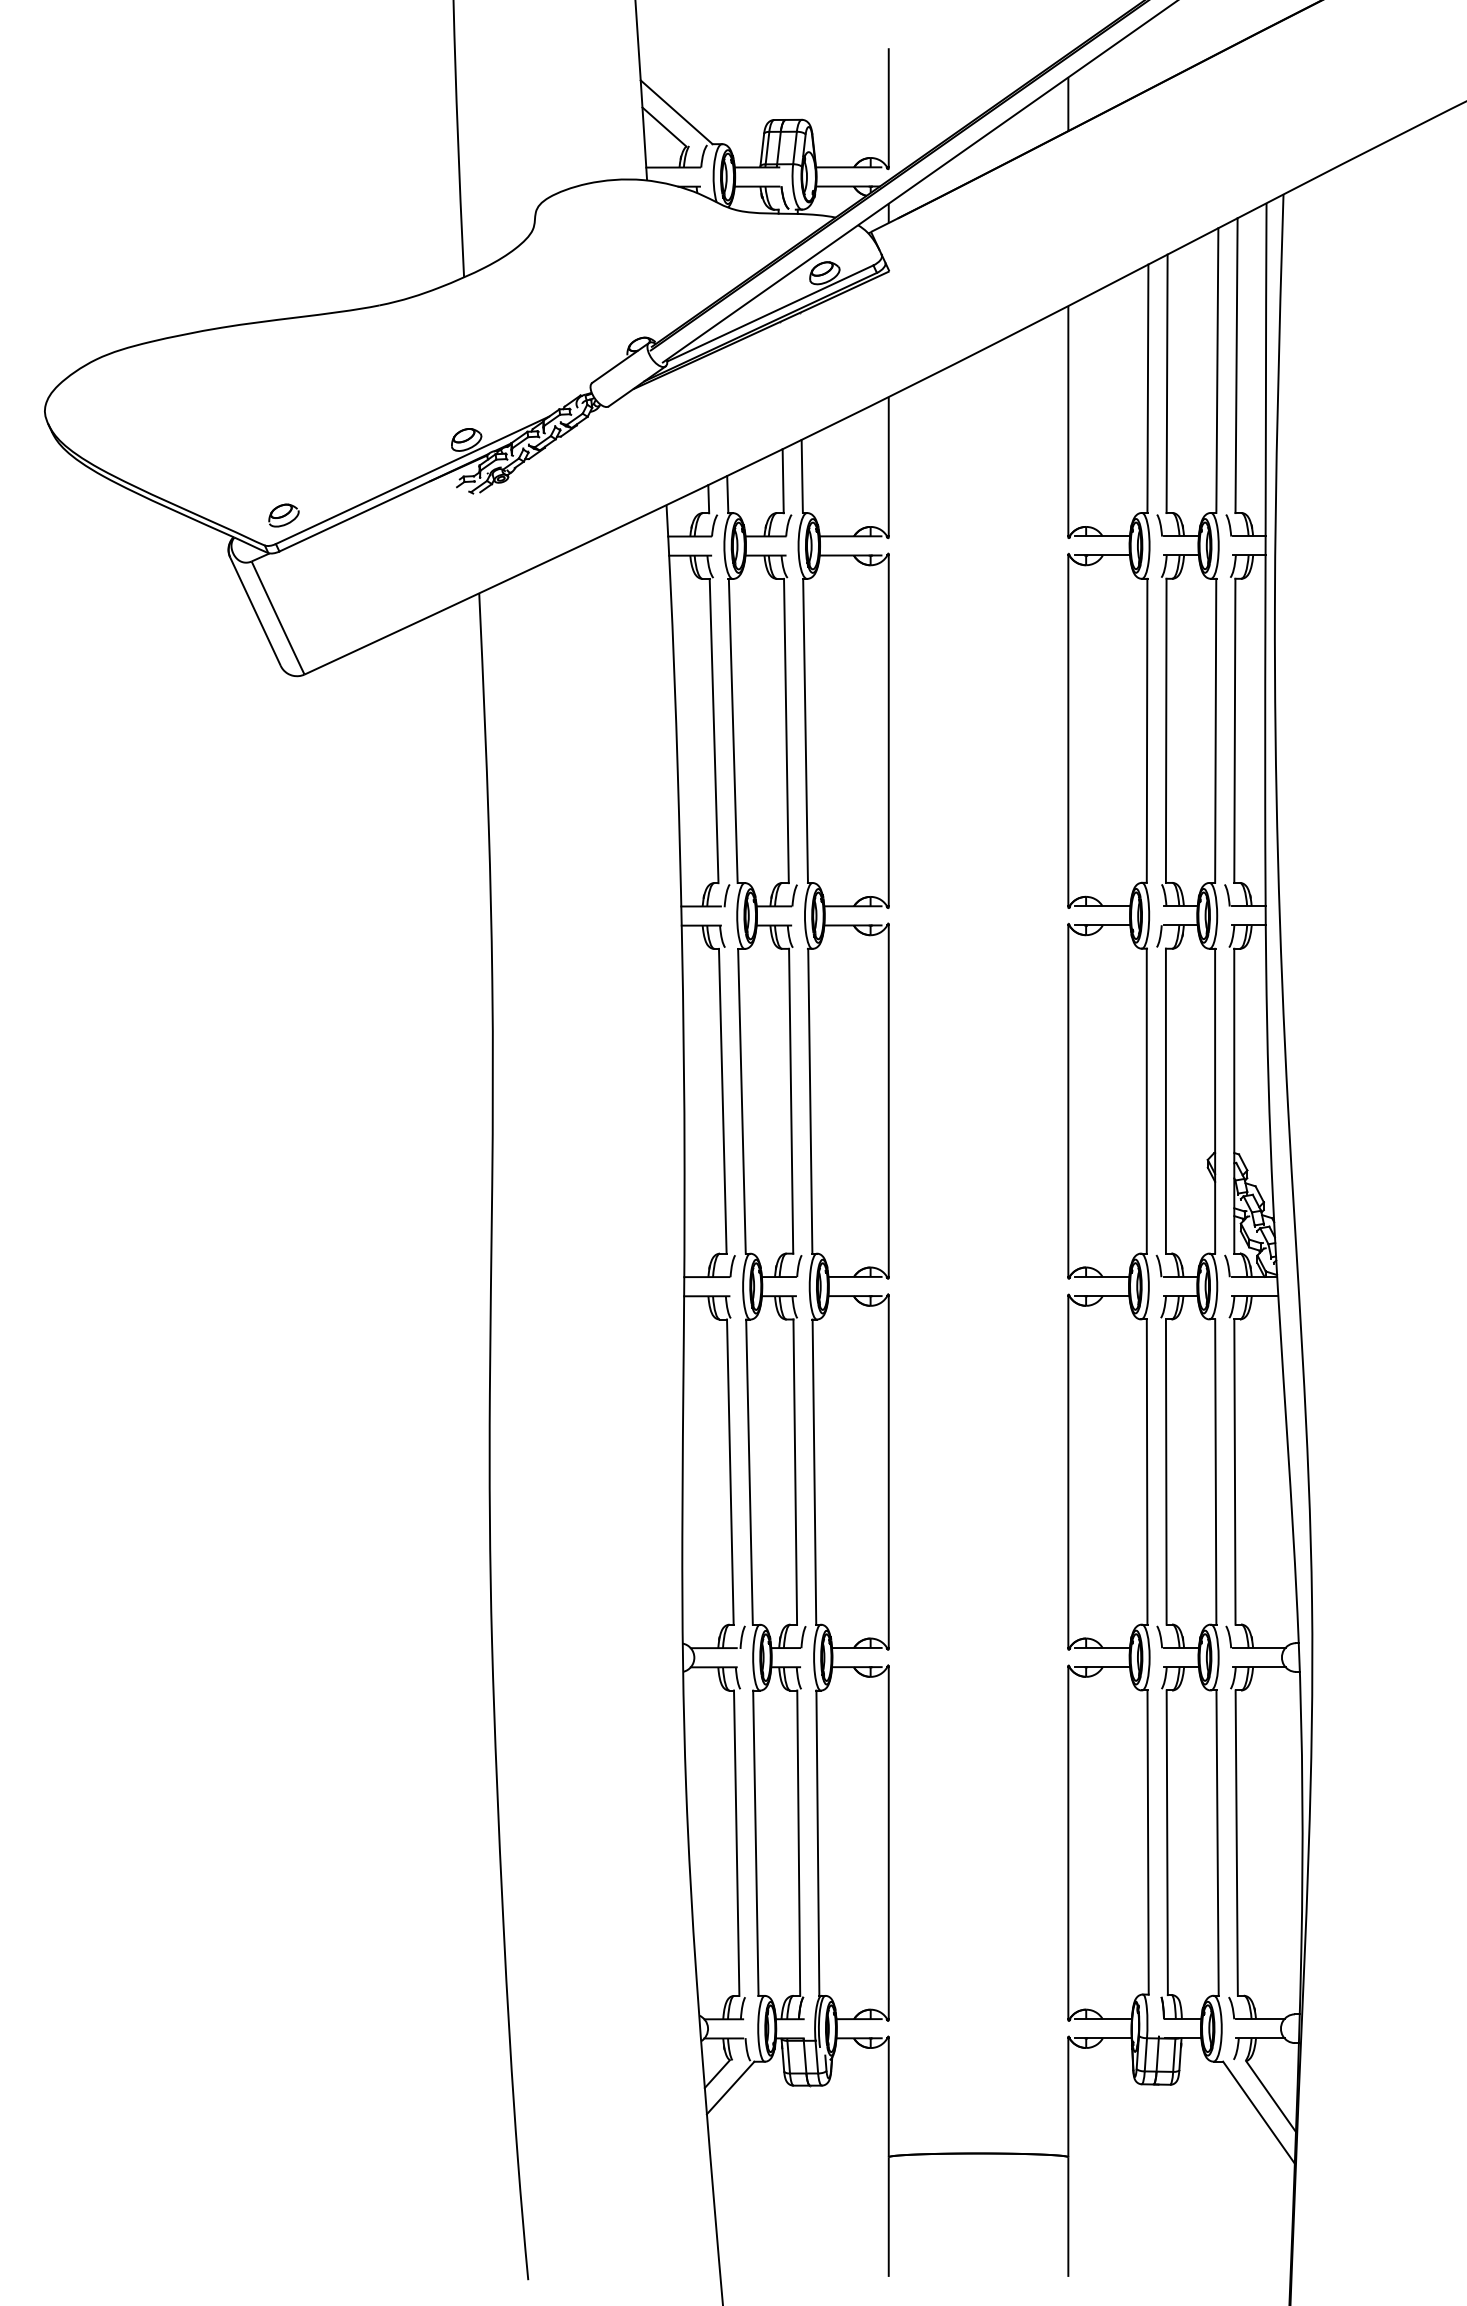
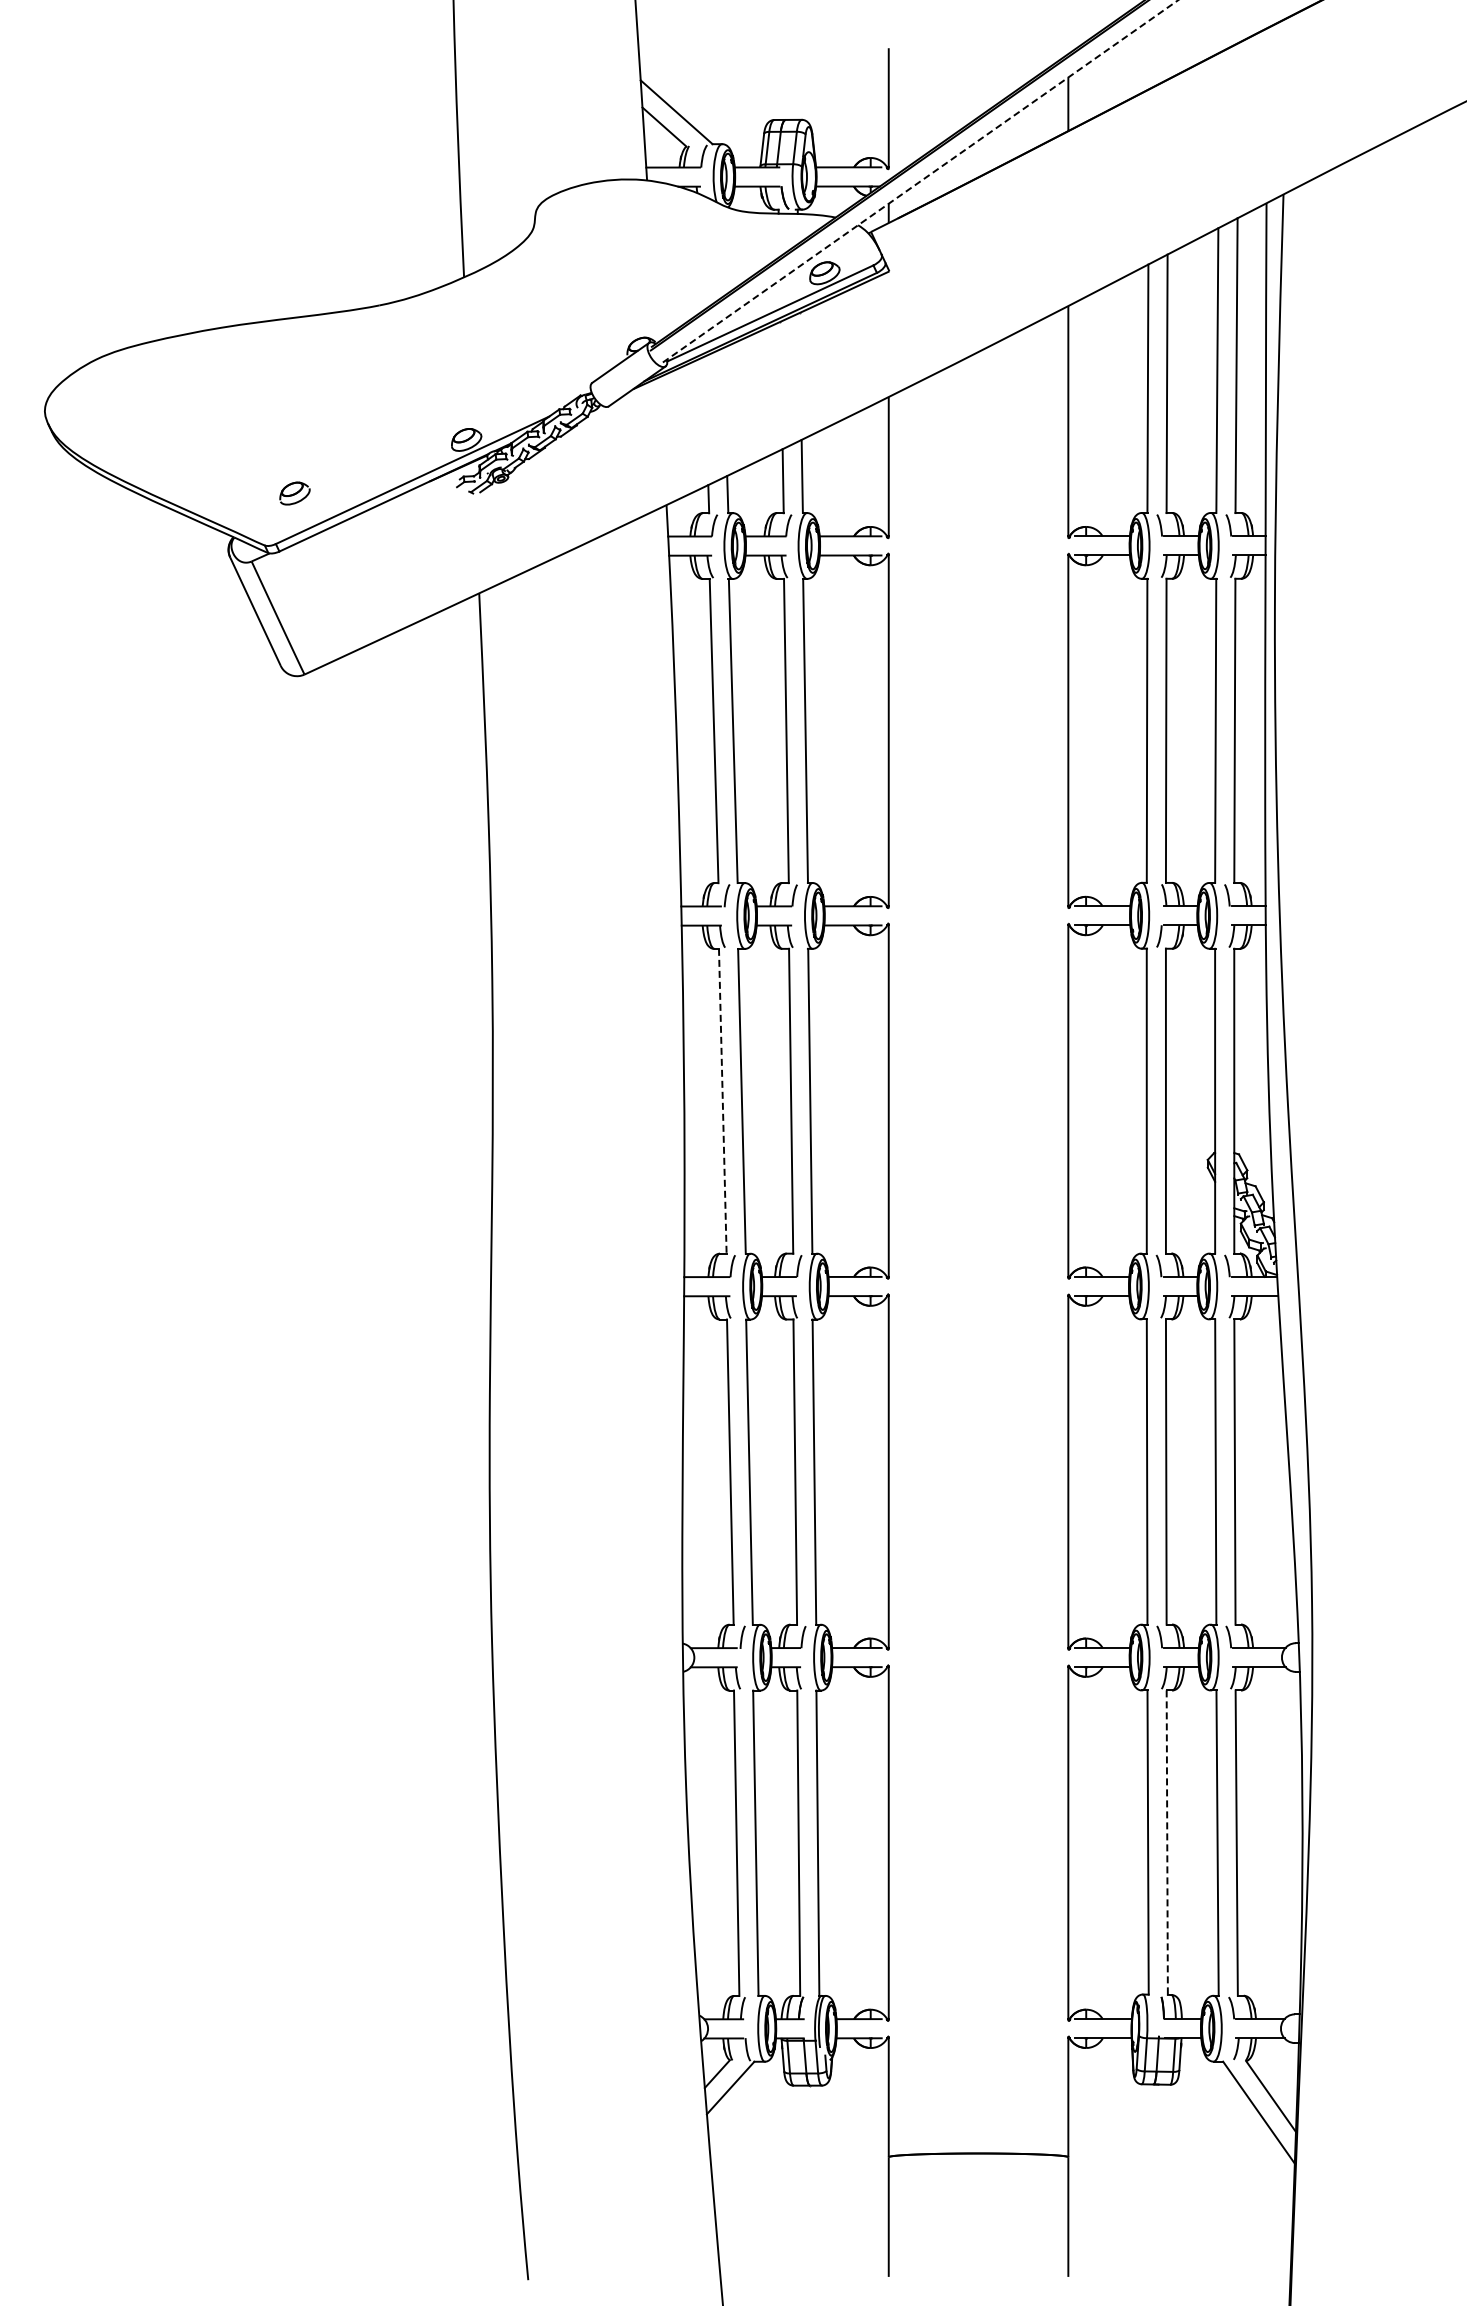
line at (921, 181): solid -> dashed
part at (283, 515) position: (283, 515) -> (294, 493)
line at (722, 1101): solid -> dashed
line at (1167, 1843): solid -> dashed
